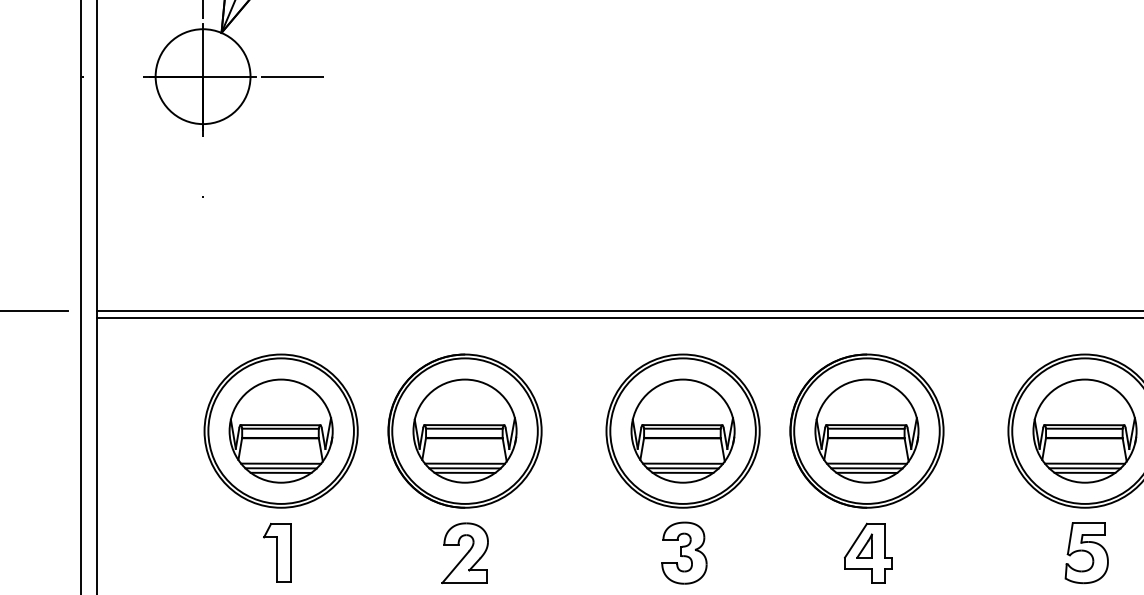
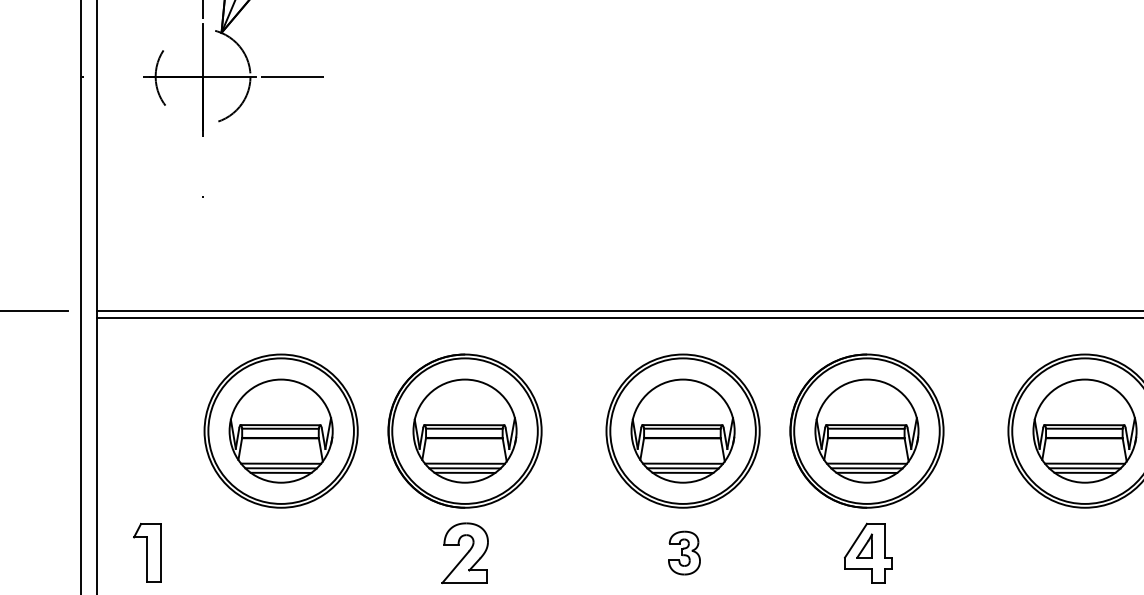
circle at (202, 76): solid -> dashed
part at (277, 552) position: (277, 552) -> (147, 552)
part at (684, 552) size: 47x64 px -> 33x46 px
part at (1086, 553): present -> none
